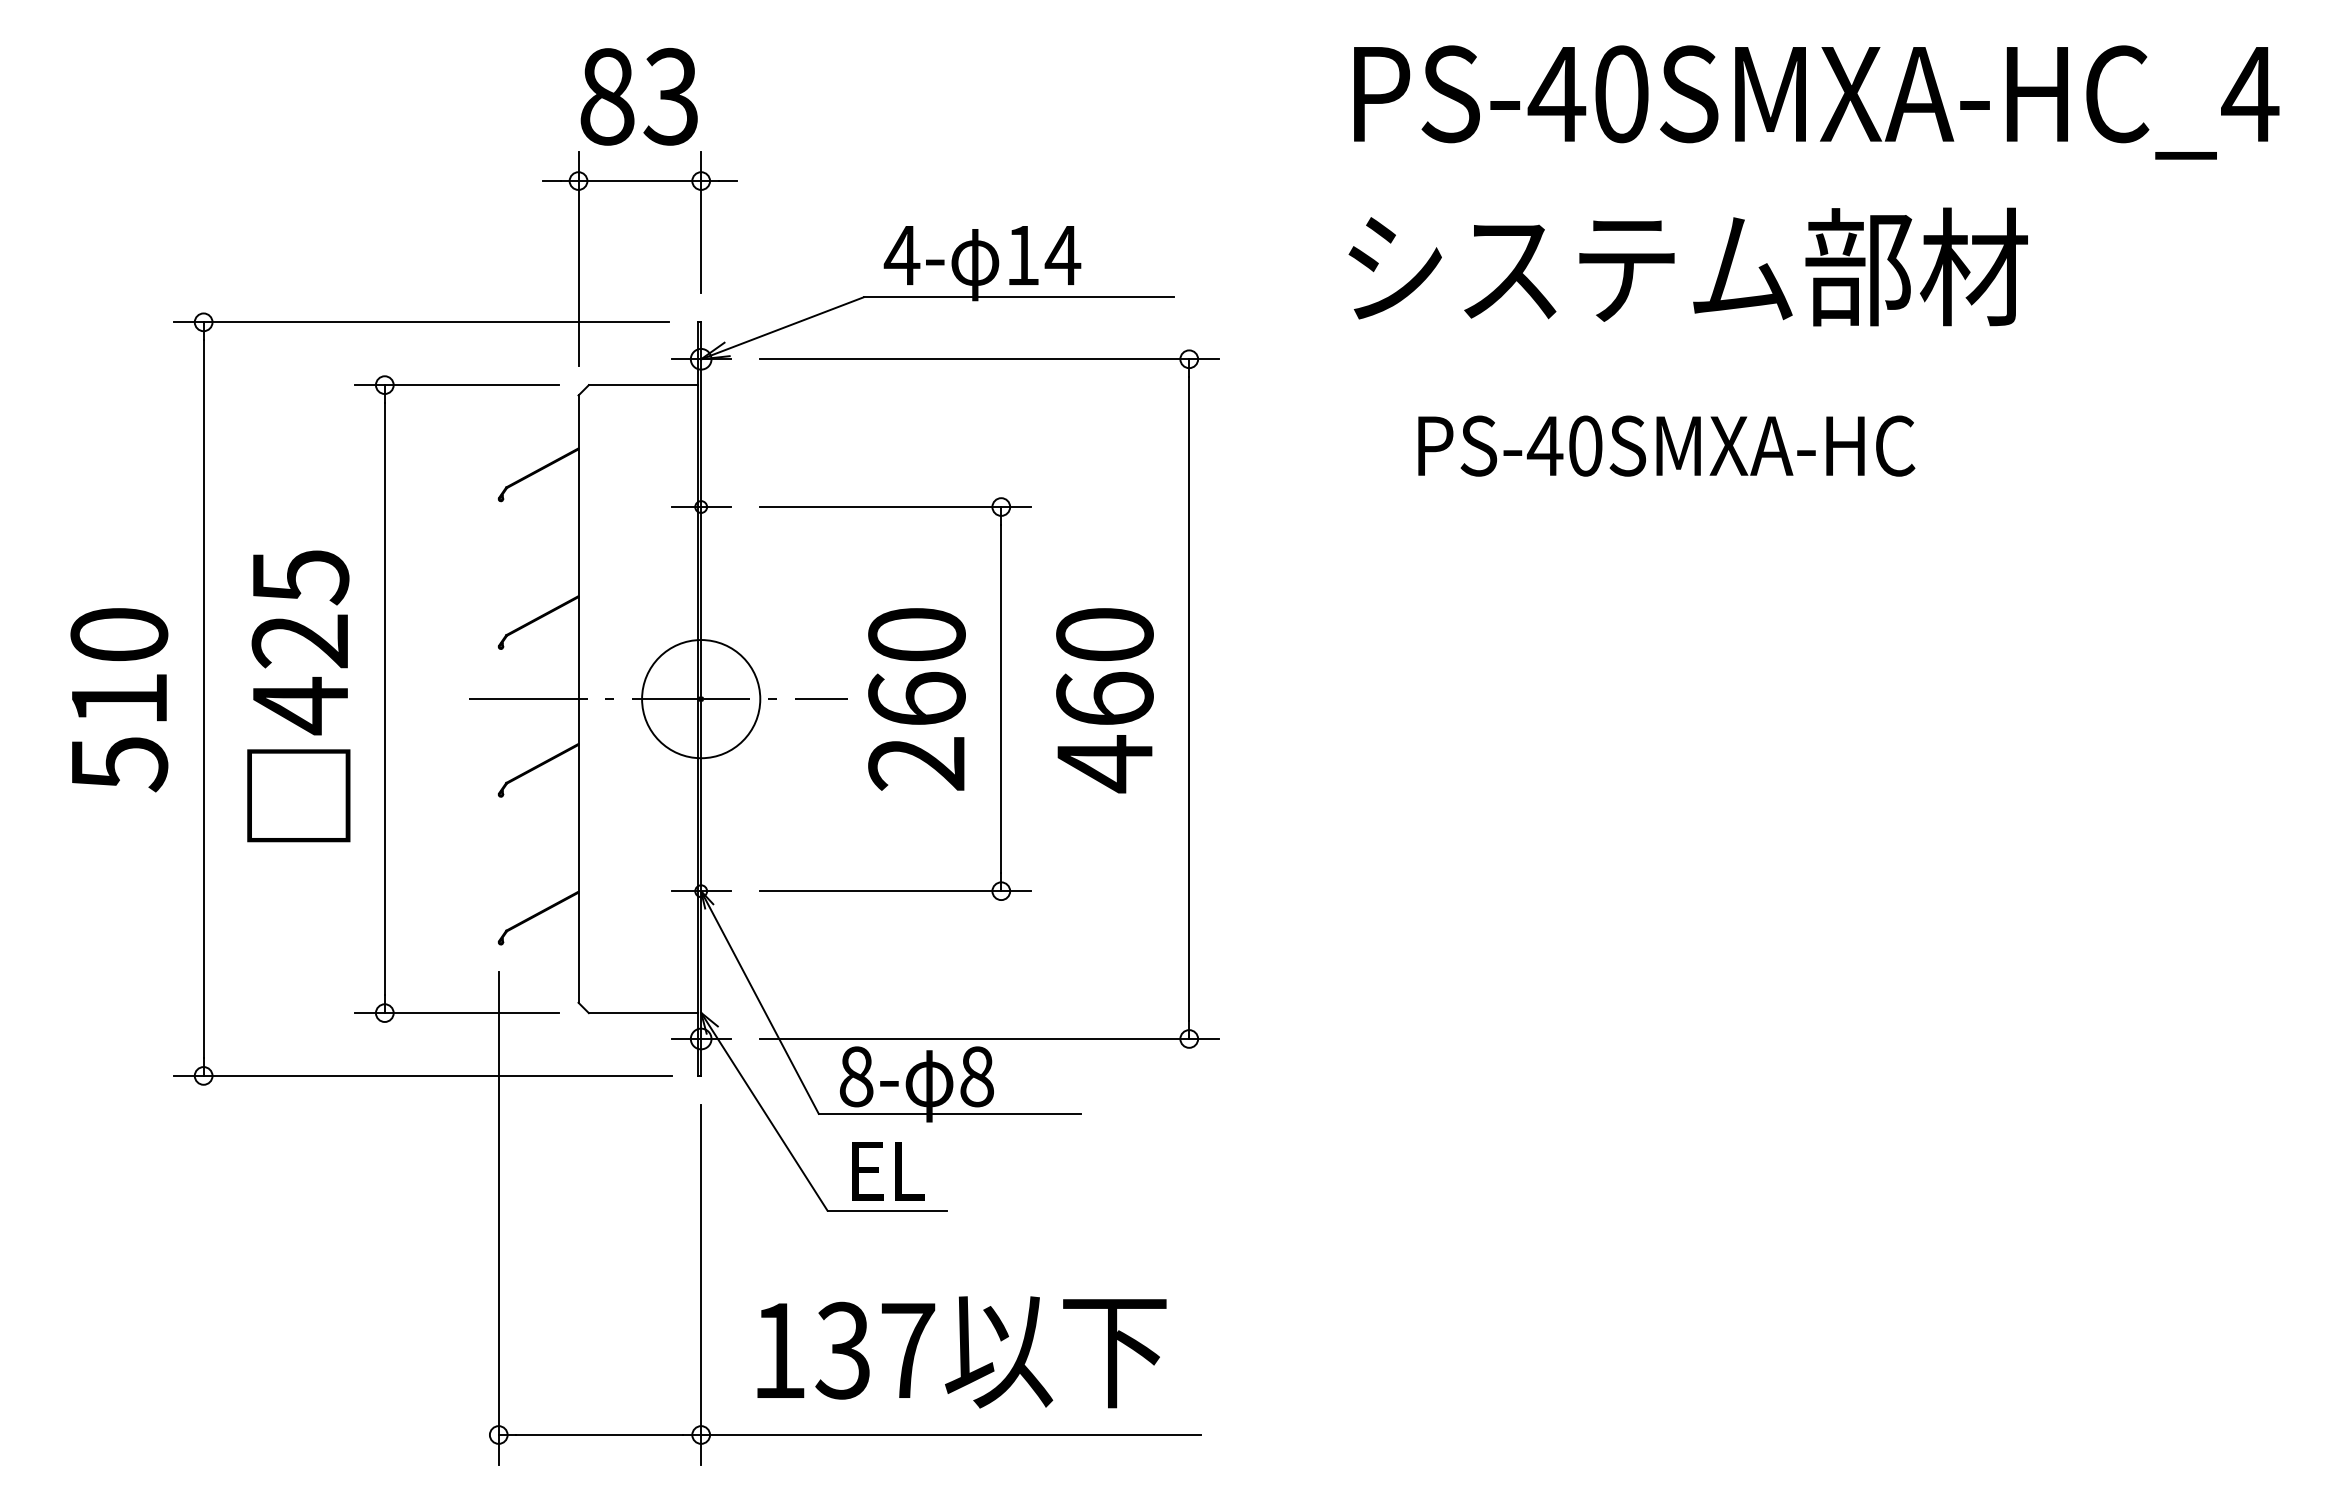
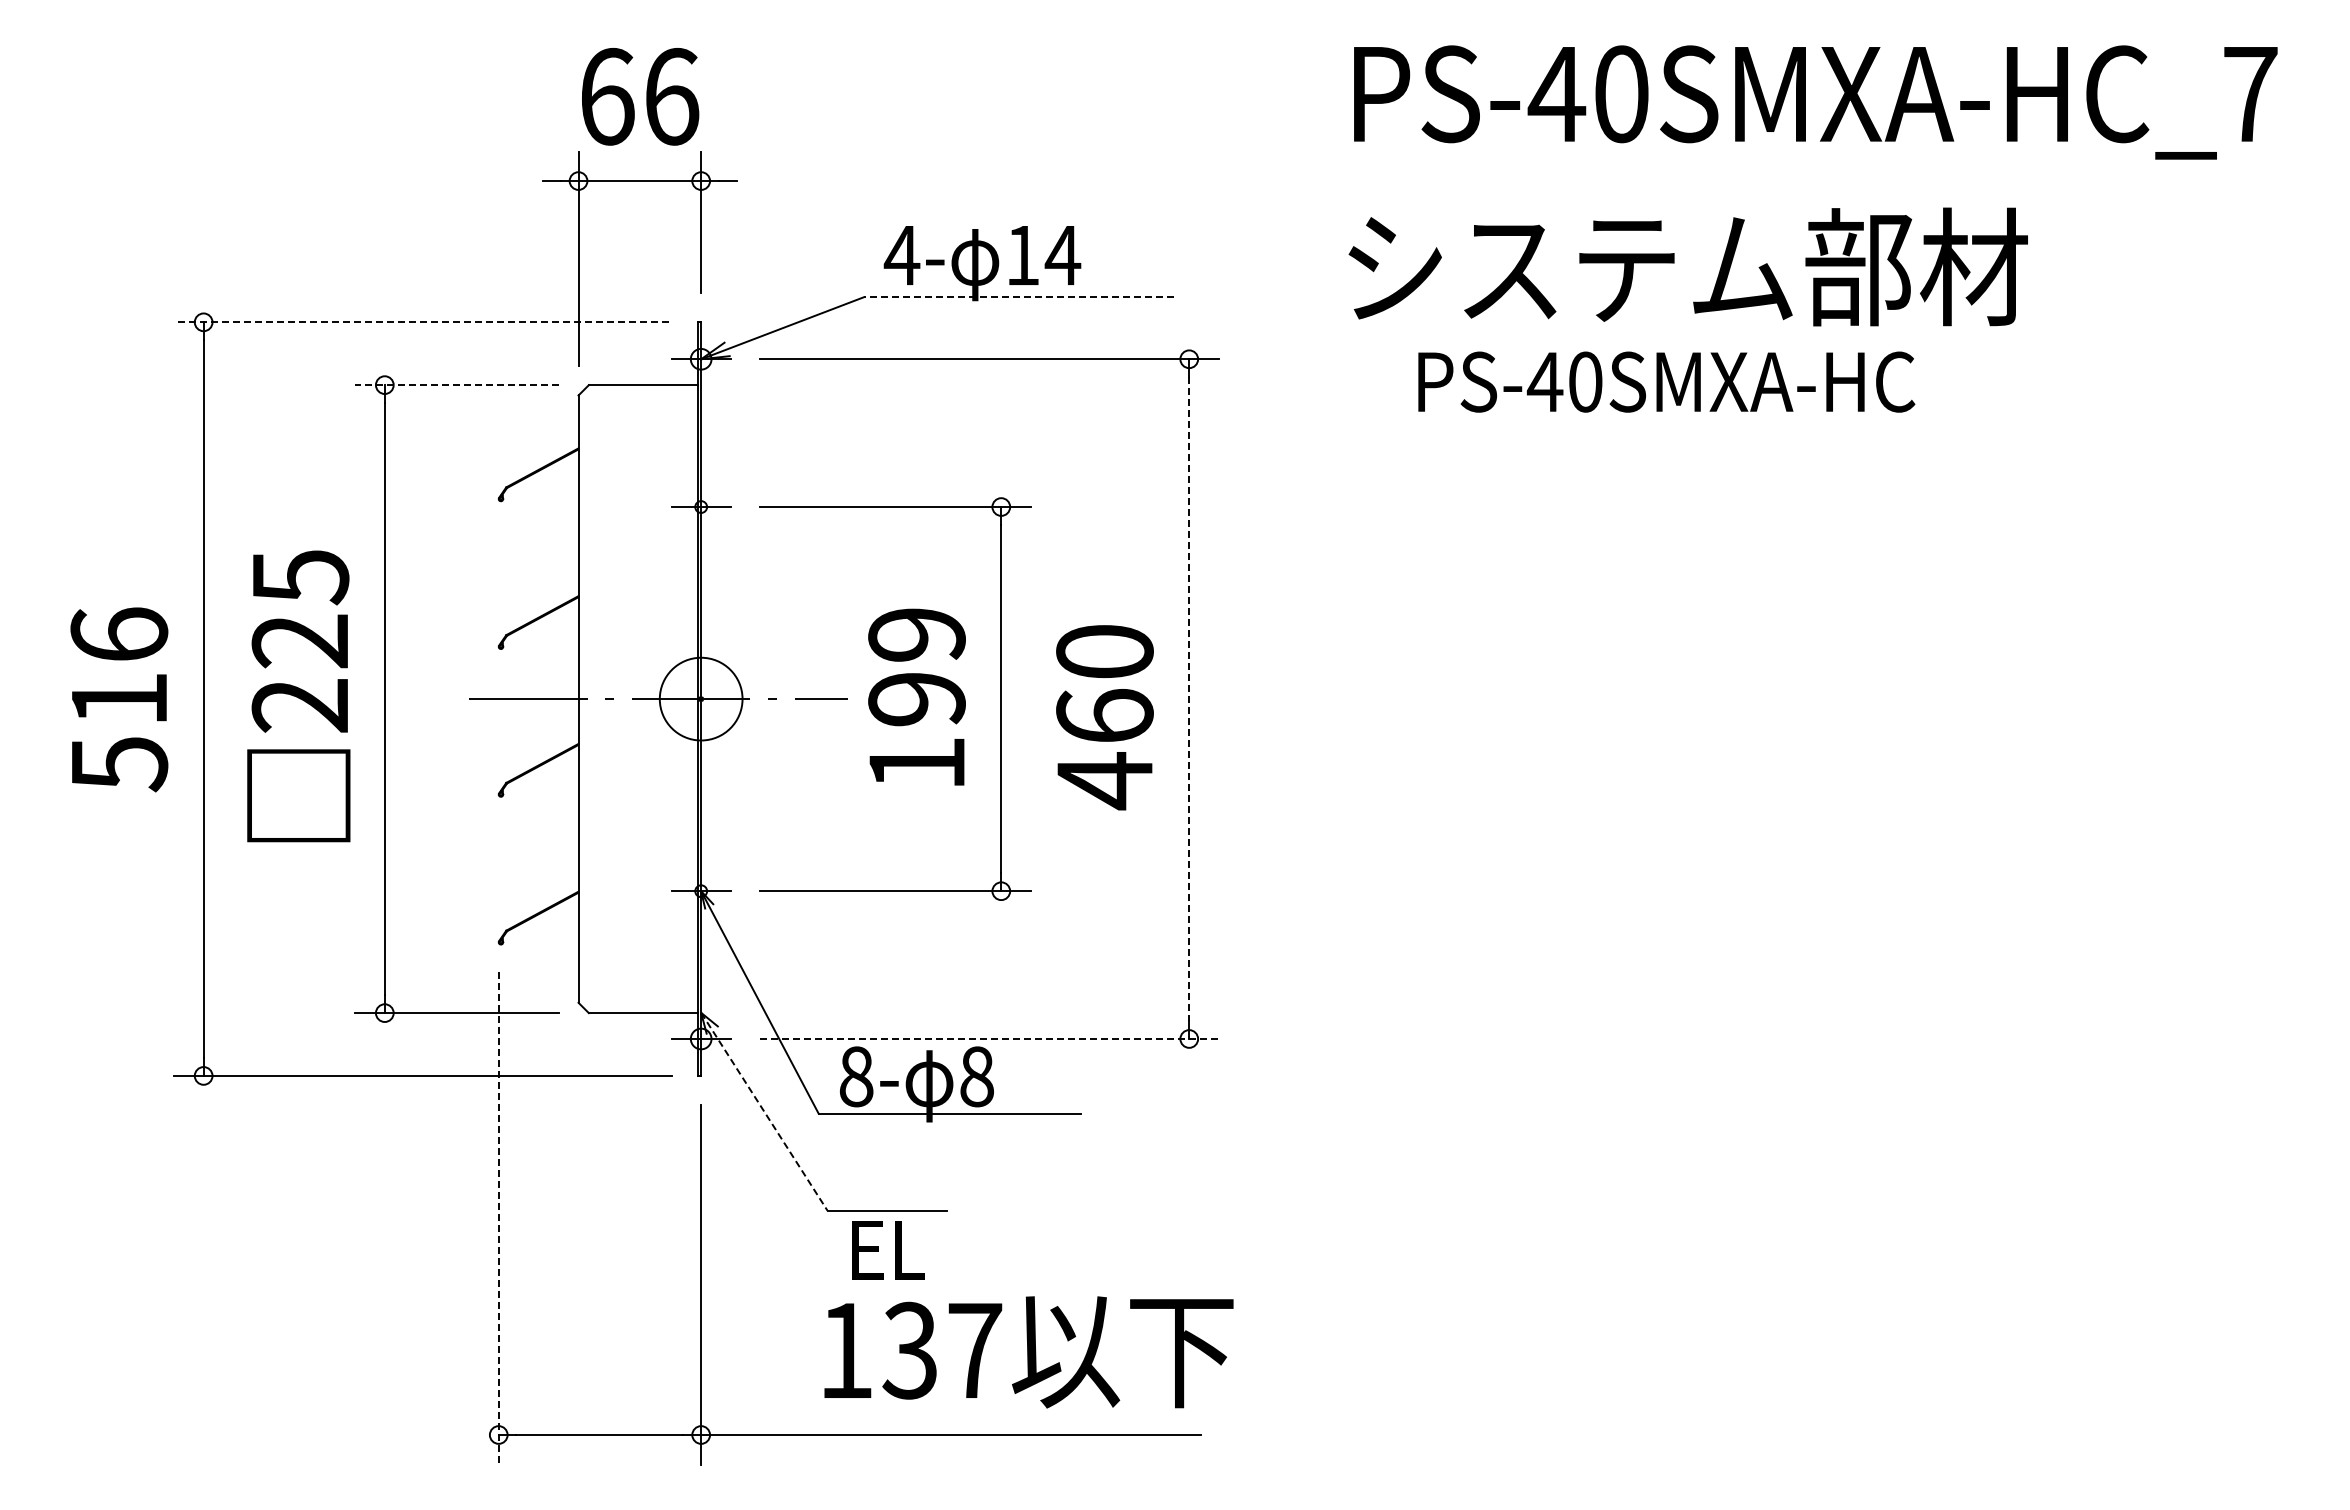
text at (2250, 94): PS-40SMXA-HC_4 -> PS-40SMXA-HC_7
text at (639, 96): 83 -> 66
line at (1018, 297): solid -> dashed
line at (420, 322): solid -> dashed
line at (456, 385): solid -> dashed
text at (1666, 445) position: (1666, 445) -> (1666, 381)
text at (119, 634): 510 -> 516
circle at (701, 699) diameter: 118 px -> 83 px
text at (916, 699): 260 -> 199
line at (1189, 699): solid -> dashed
text at (1104, 700) position: (1104, 700) -> (1104, 717)
text at (299, 705): 425 -> 225
line at (990, 1038): solid -> dashed
line at (764, 1112): solid -> dashed
text at (888, 1171) position: (888, 1171) -> (888, 1250)
line at (498, 1218): solid -> dashed
text at (961, 1352) position: (961, 1352) -> (1028, 1352)
